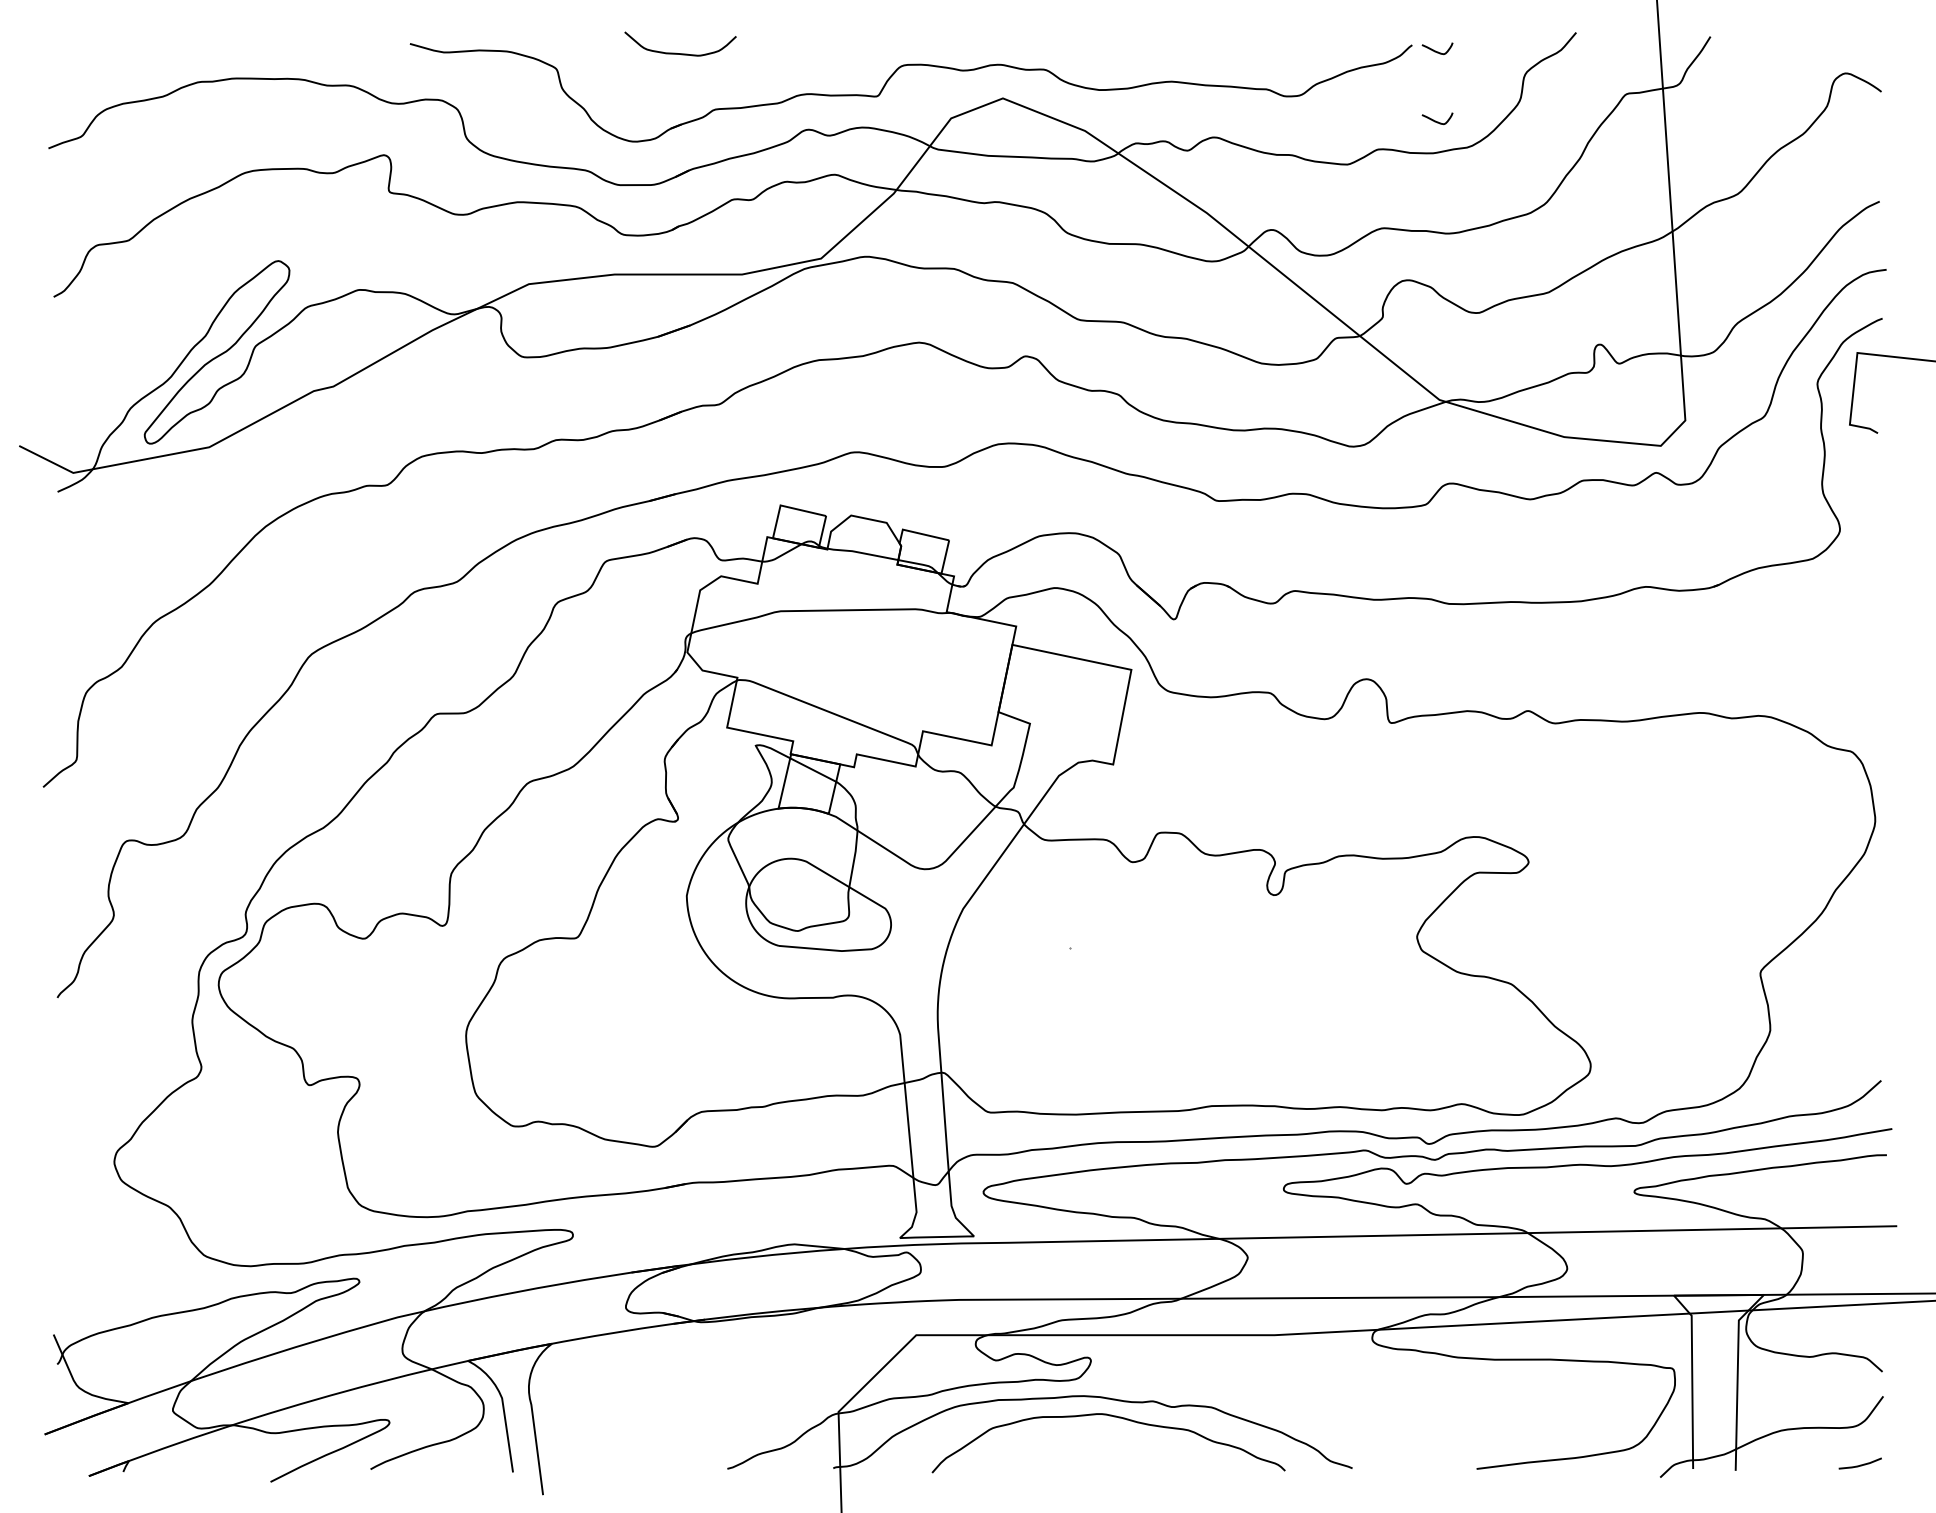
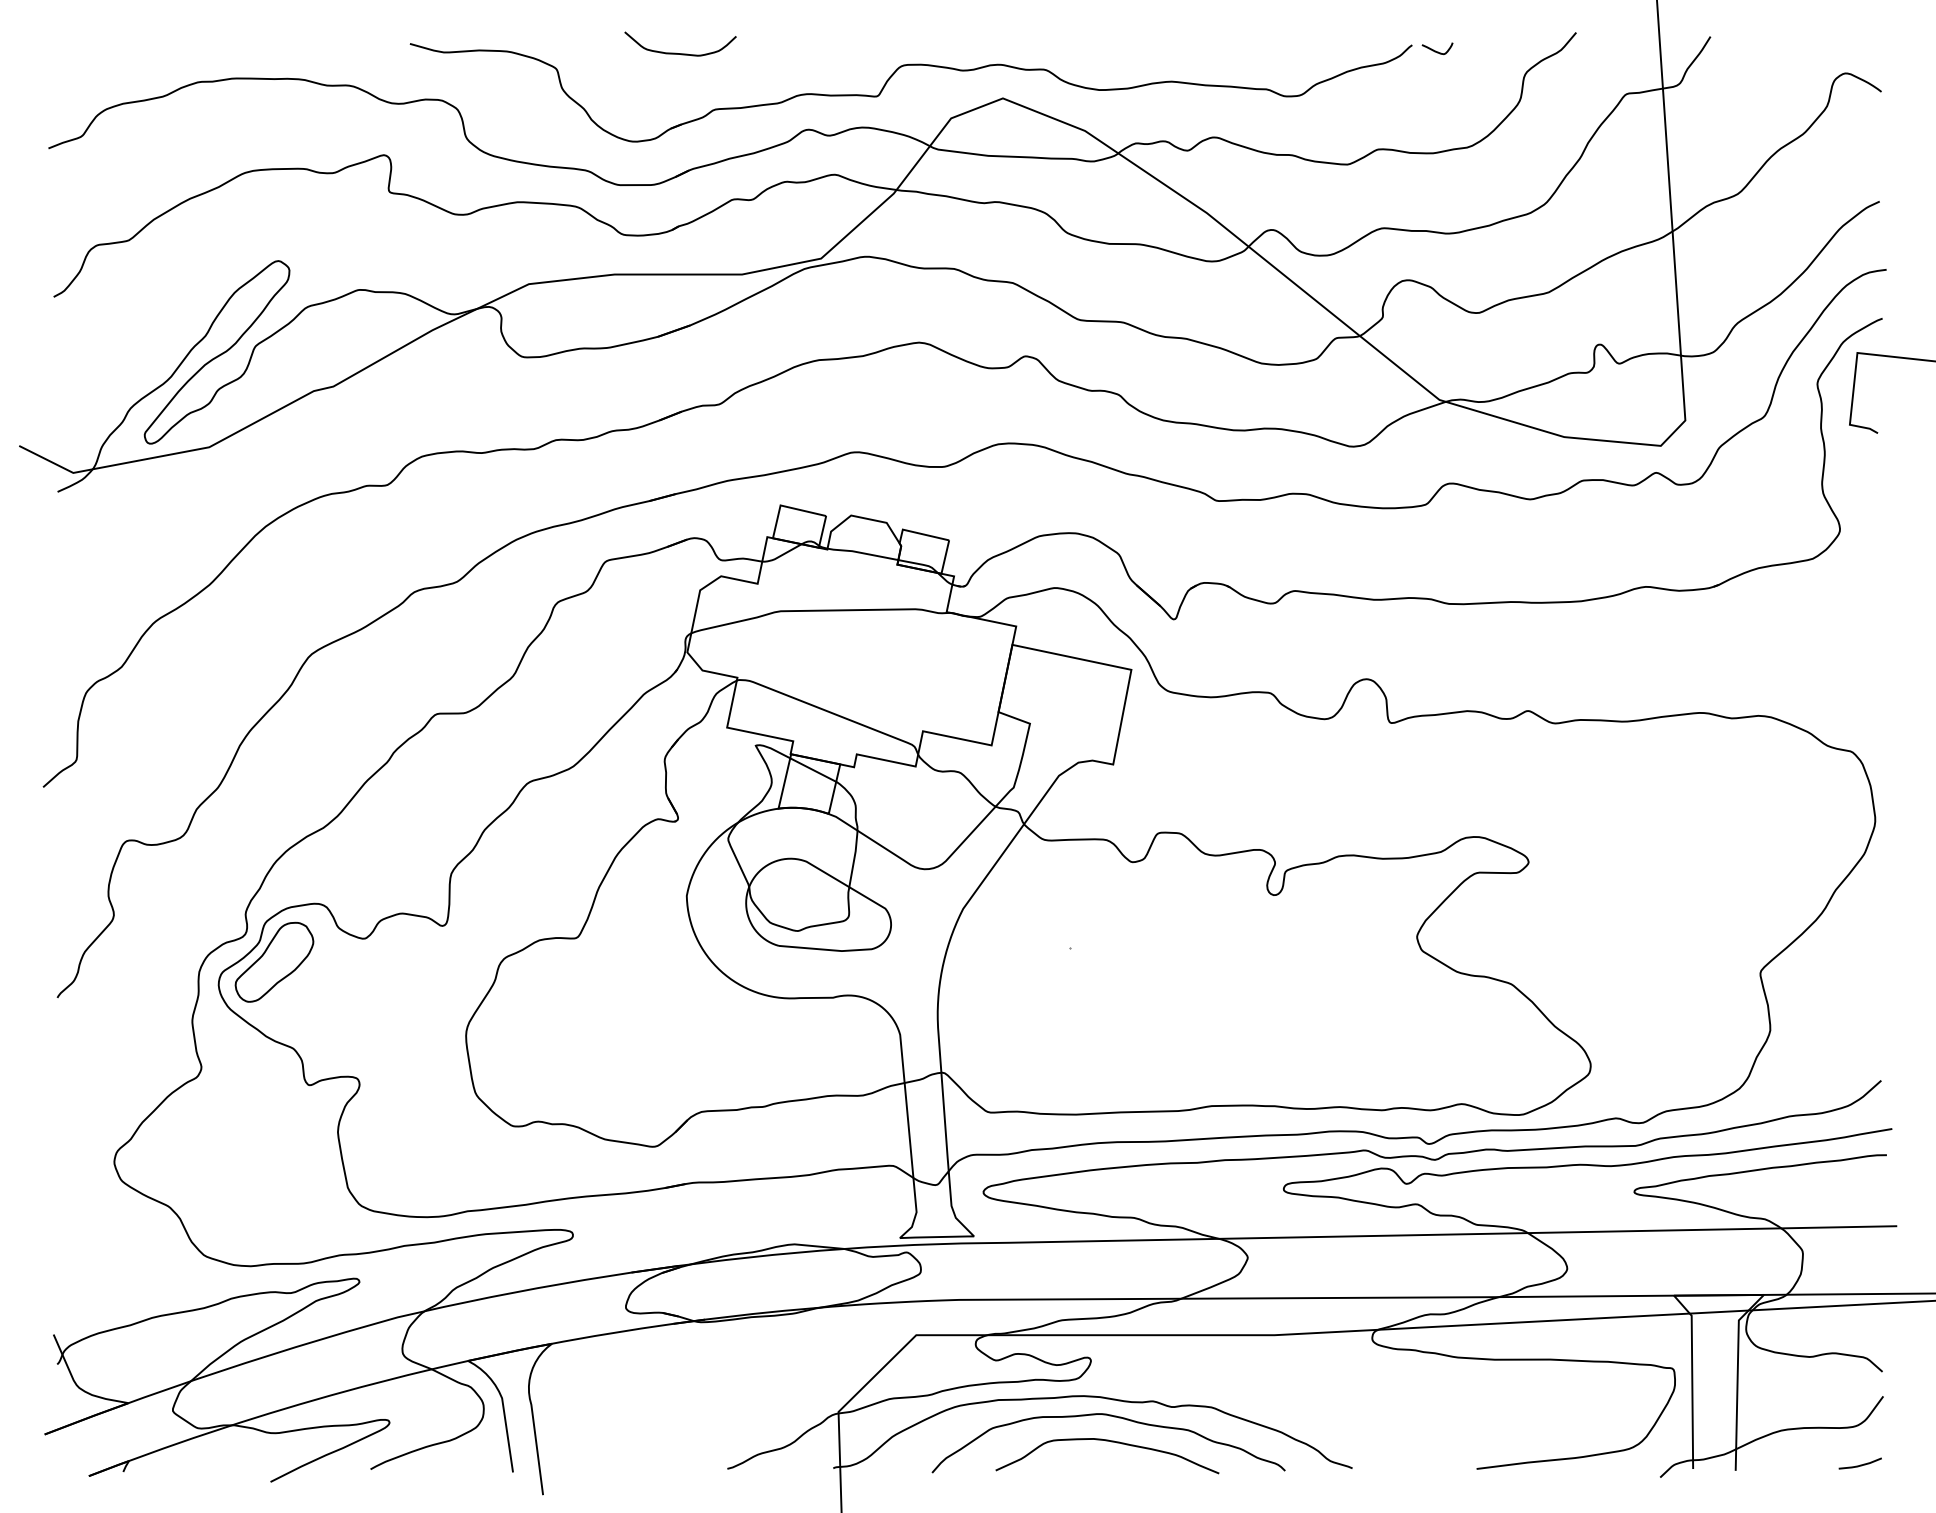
curve at (1435, 120): present -> none
part at (274, 961): none -> present
curve at (1111, 1442): none -> present
